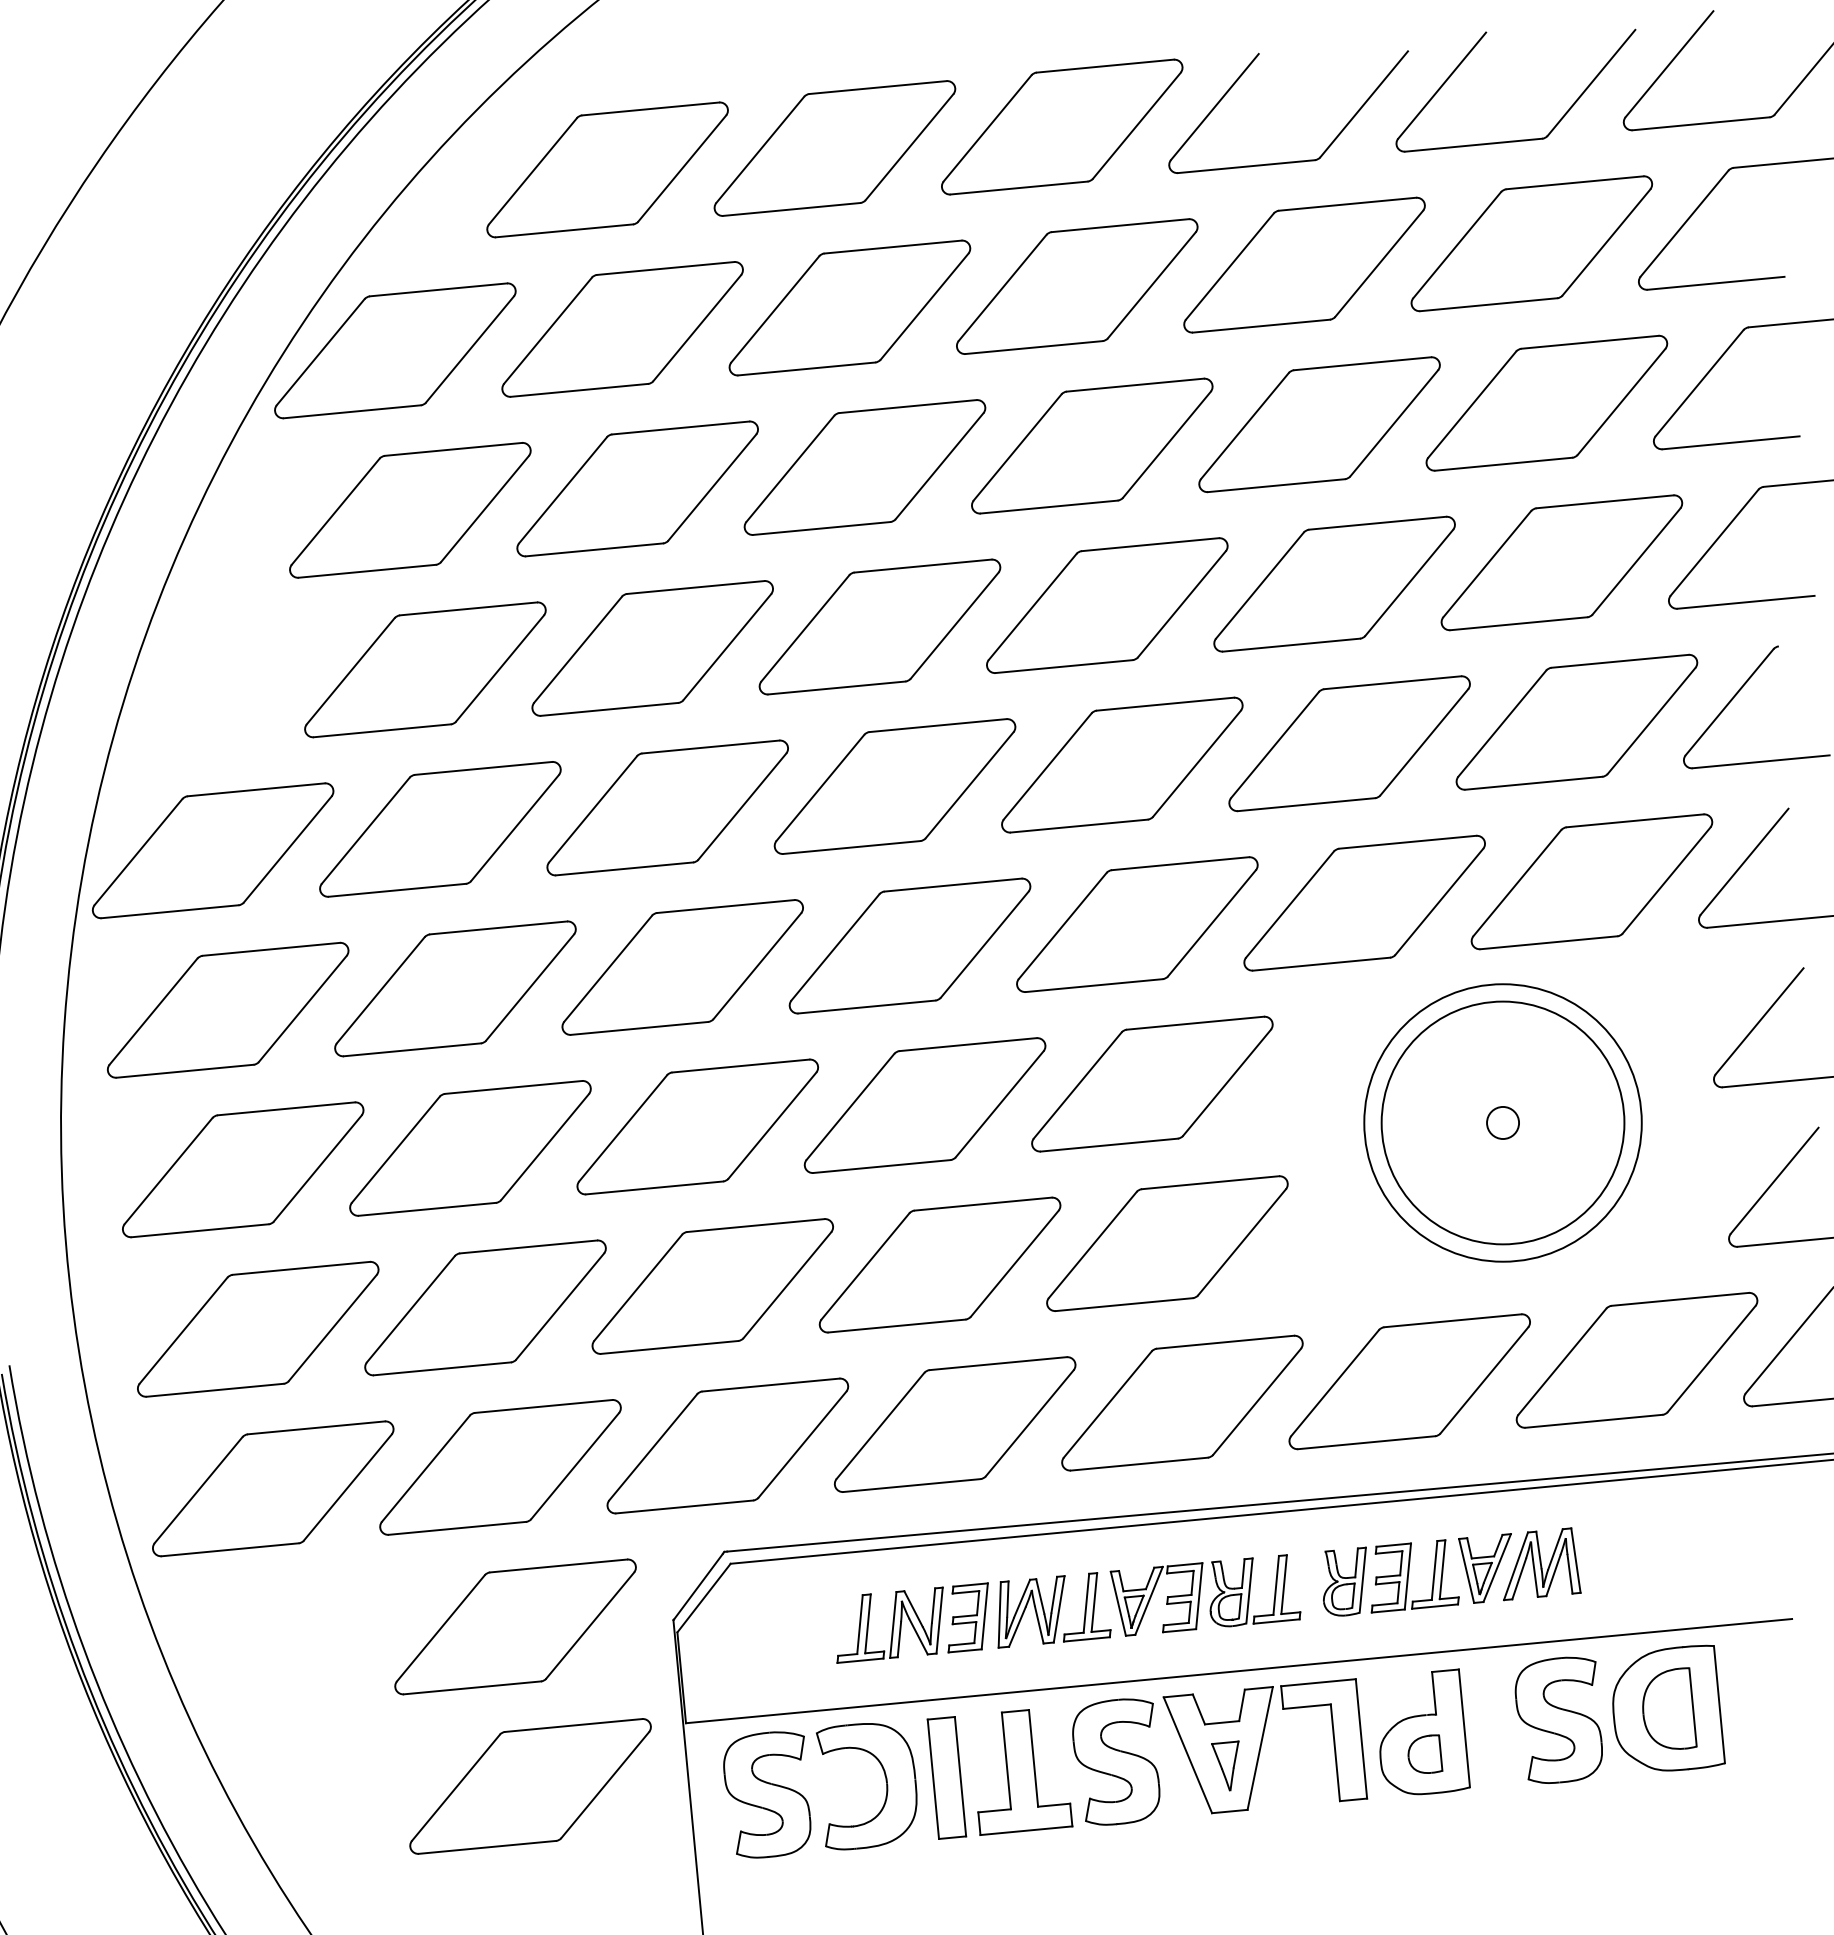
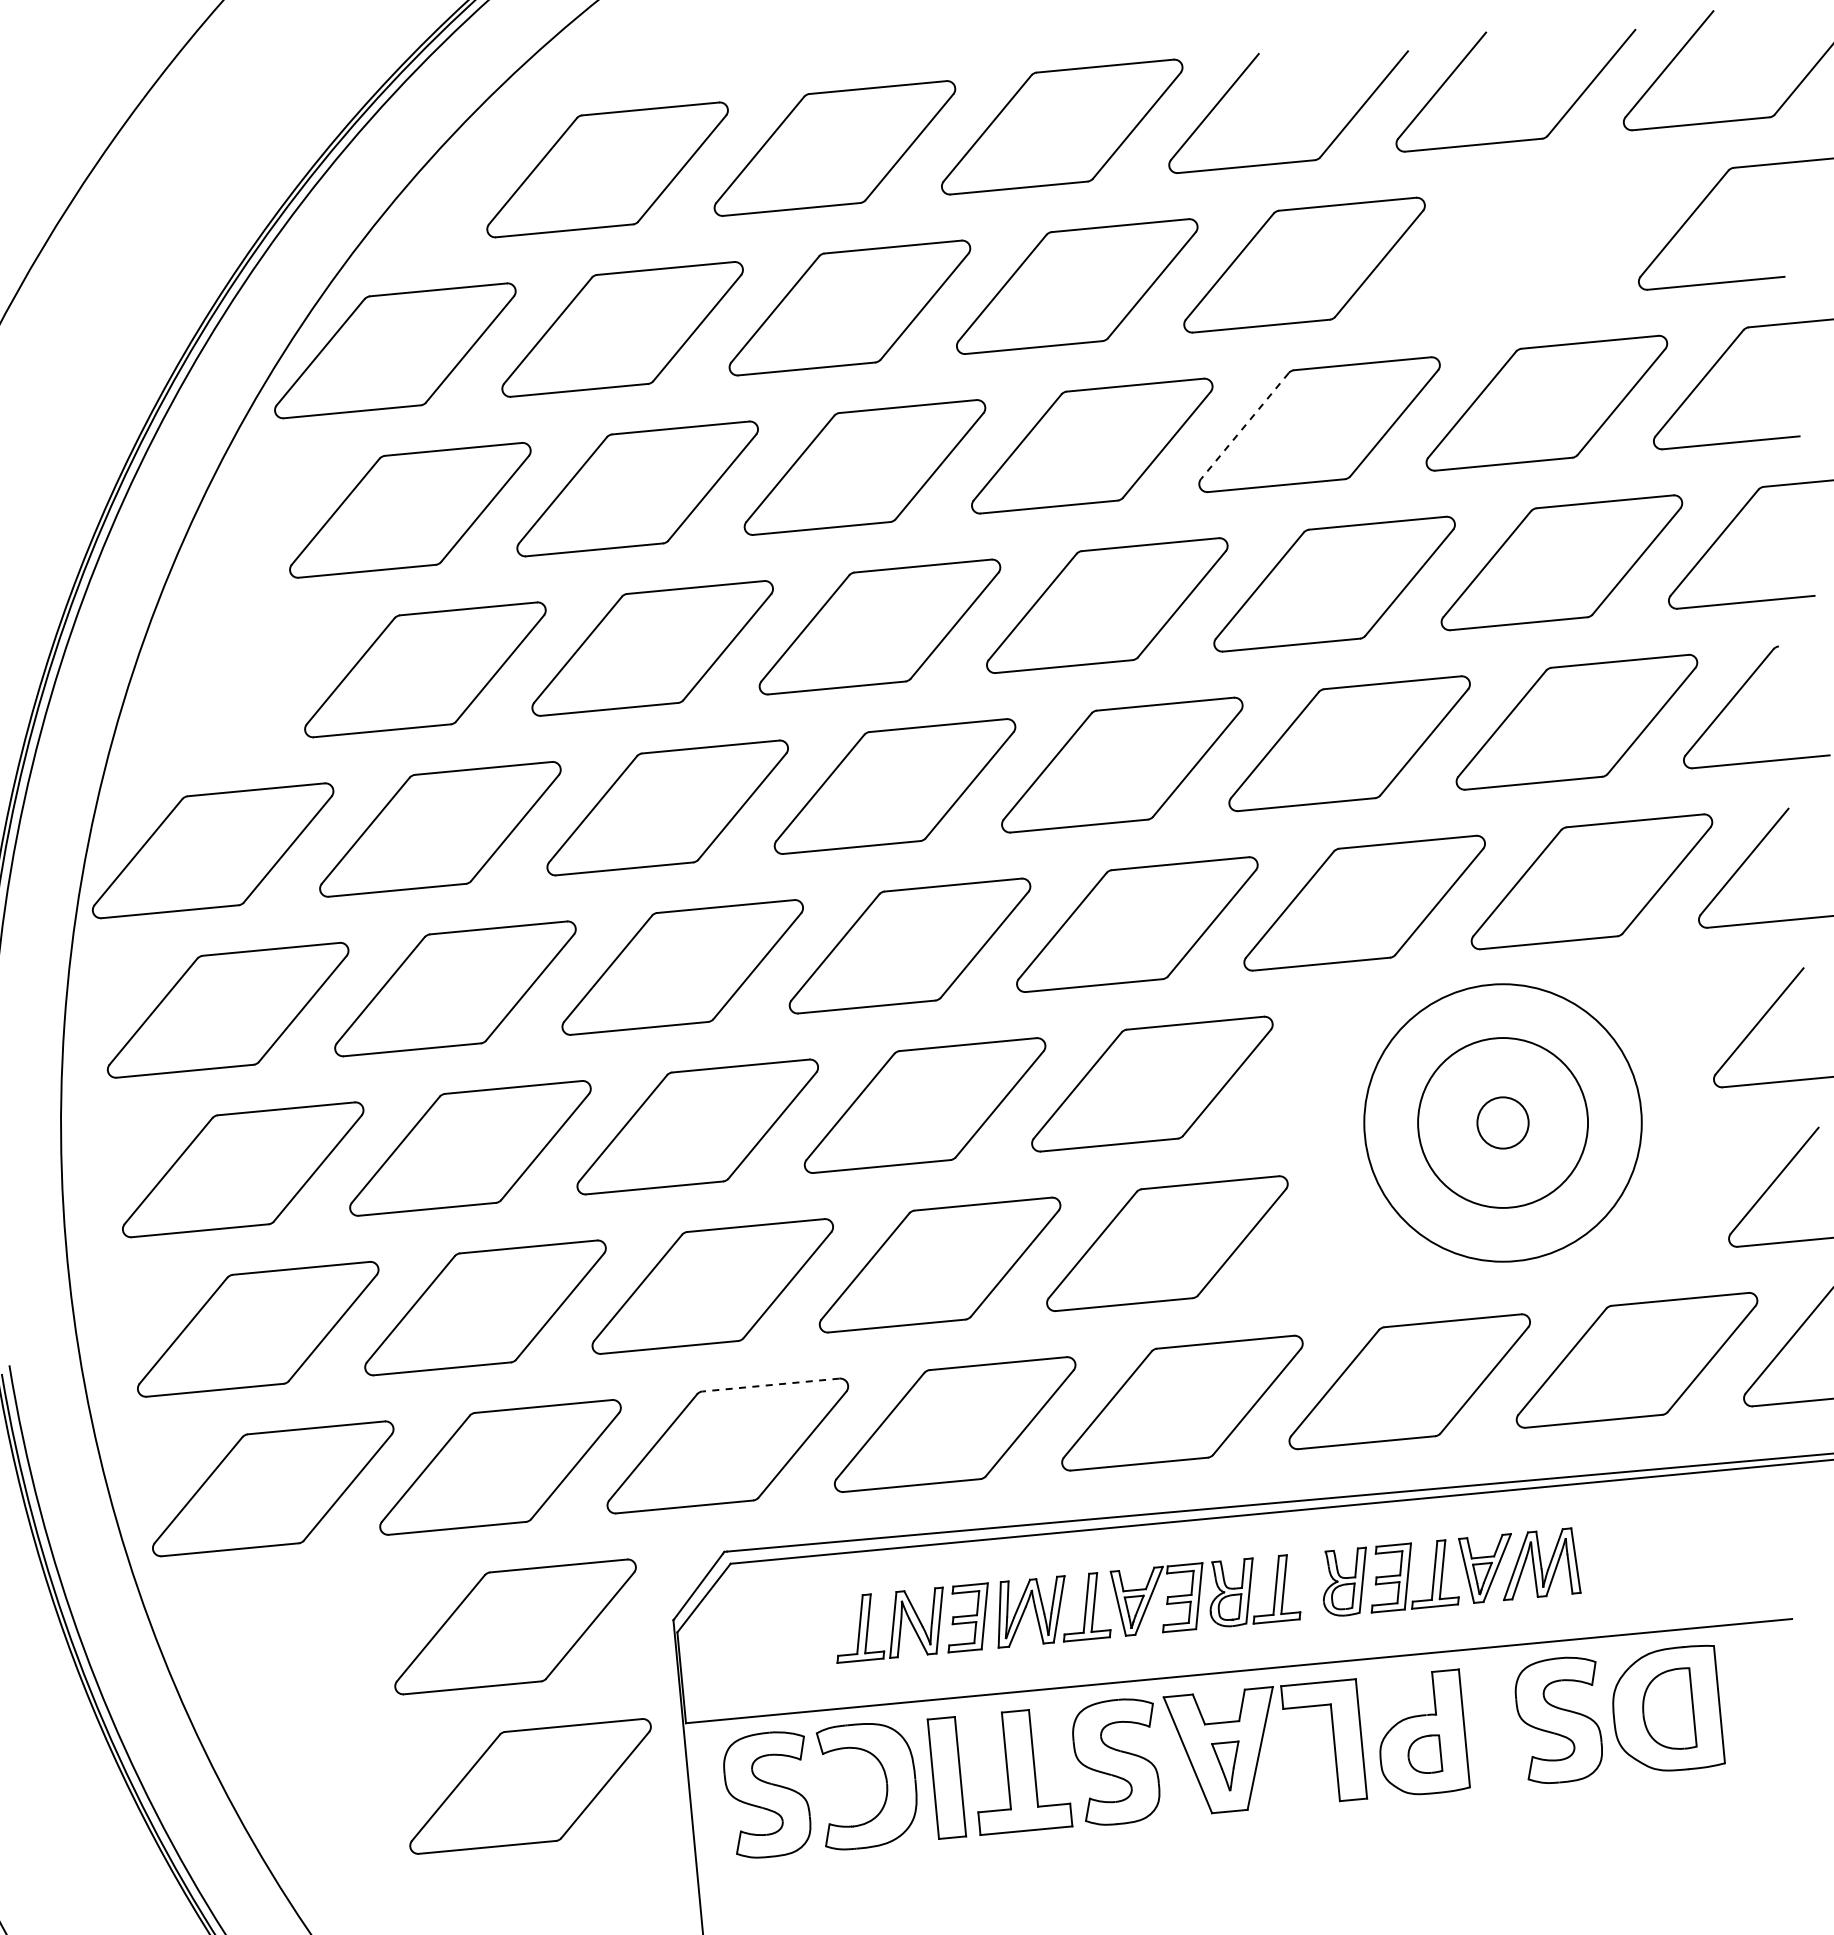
part at (1531, 243): present -> none
line at (1244, 426): solid -> dashed
circle at (1502, 1122) diameter: 243 px -> 170 px
circle at (1503, 1122) diameter: 32 px -> 51 px
line at (770, 1385): solid -> dashed
